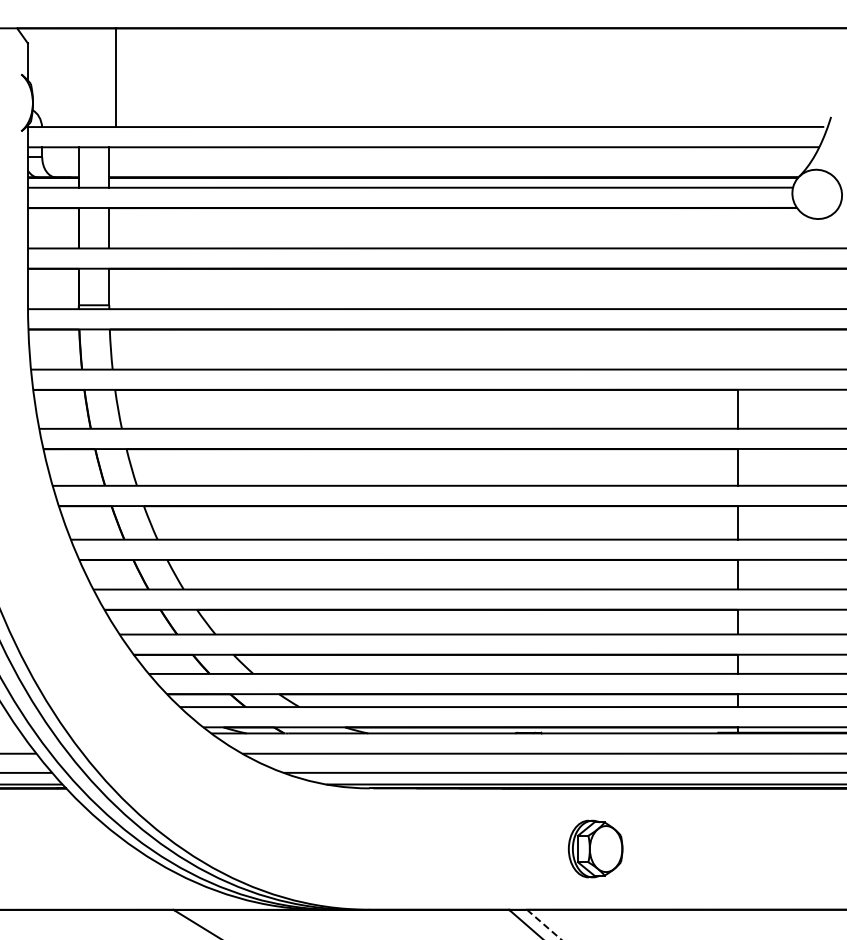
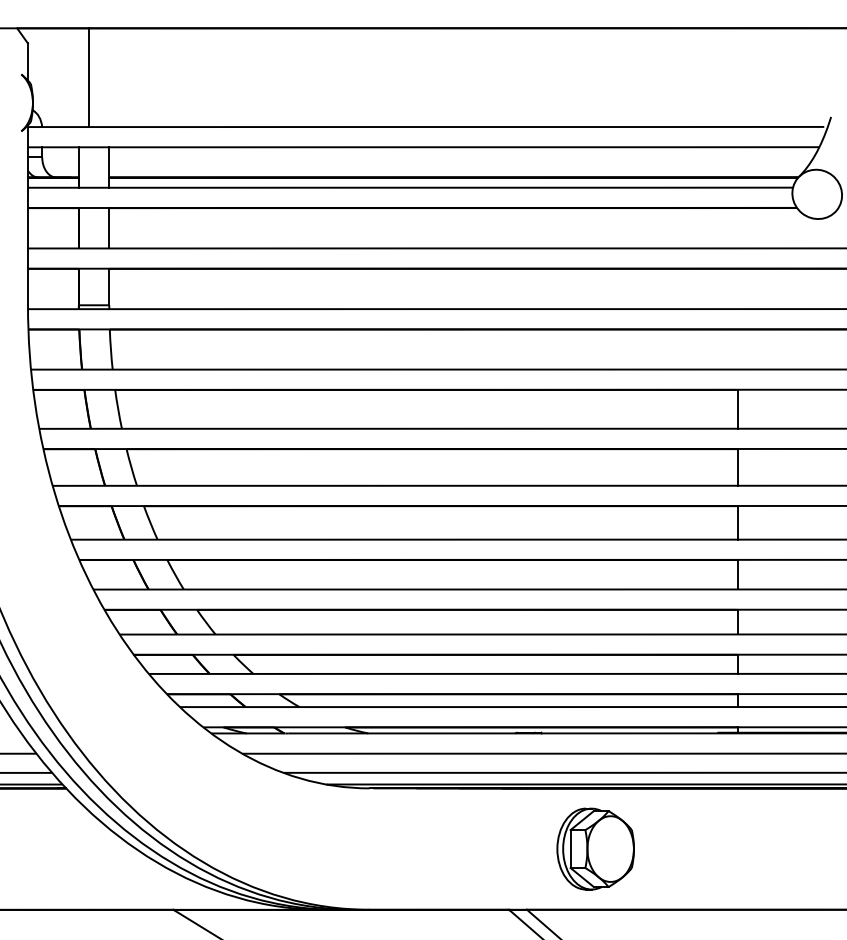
line at (115, 77) position: (115, 77) -> (88, 77)
part at (595, 848) size: 57x60 px -> 79x84 px
line at (544, 924): dashed -> solid
